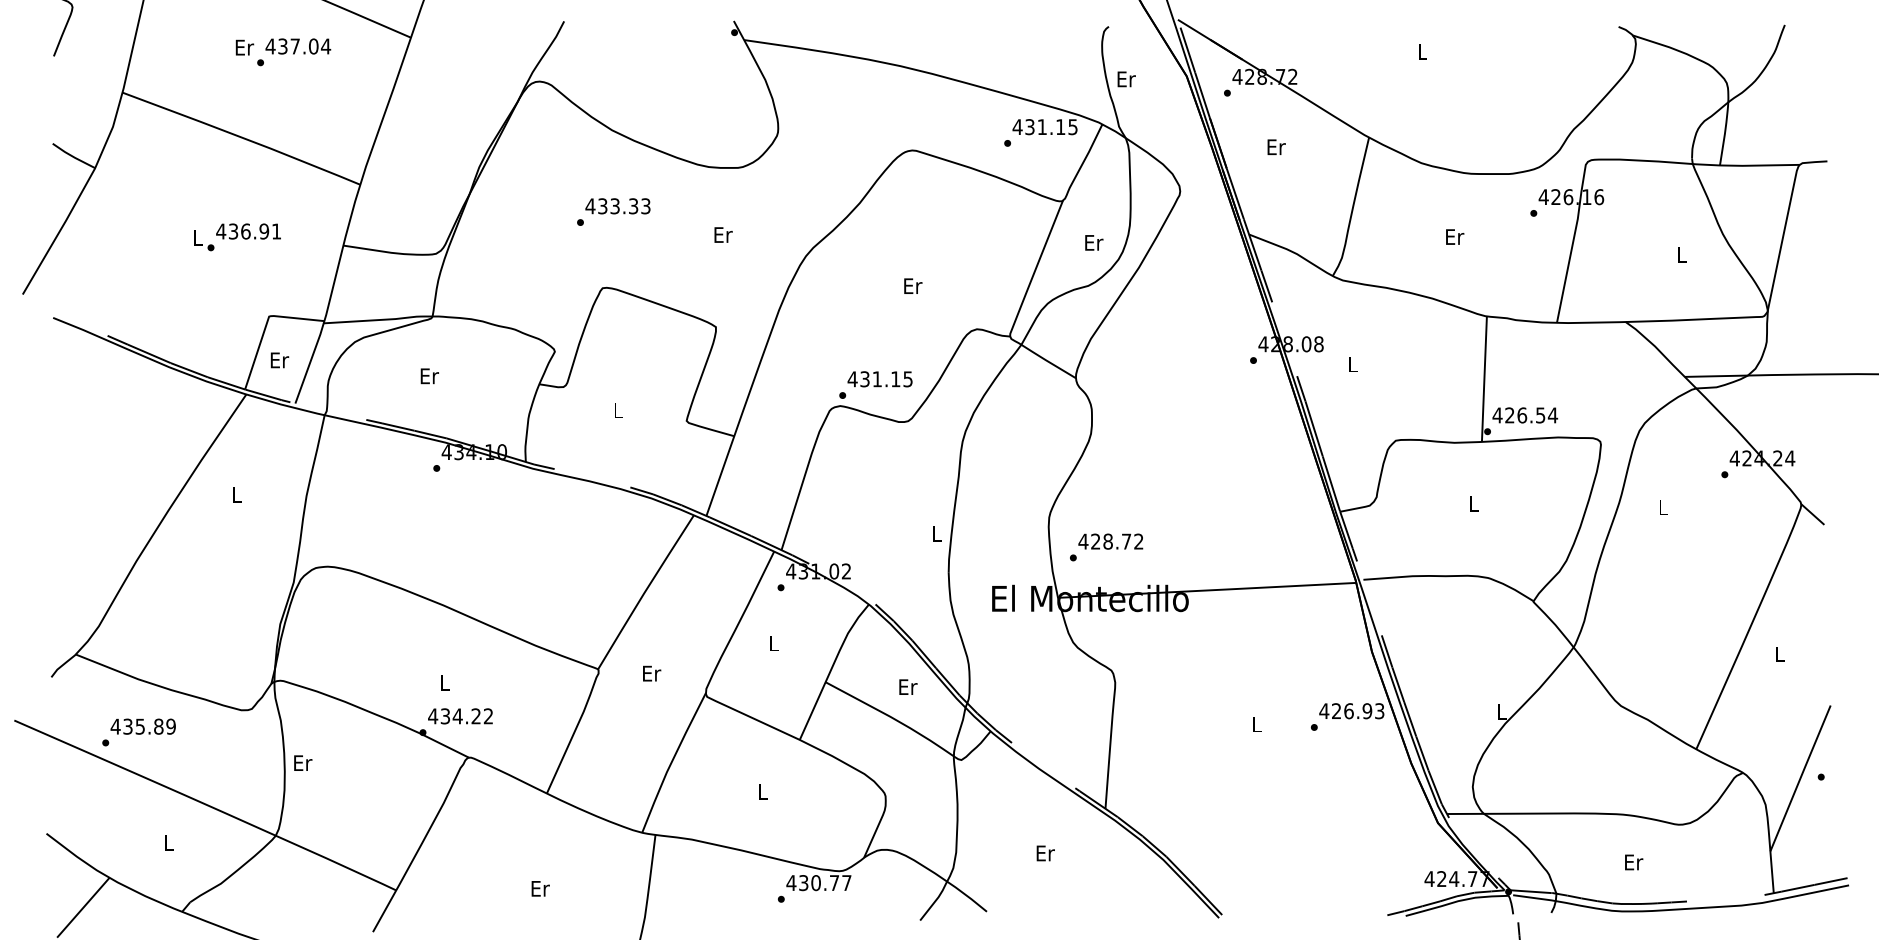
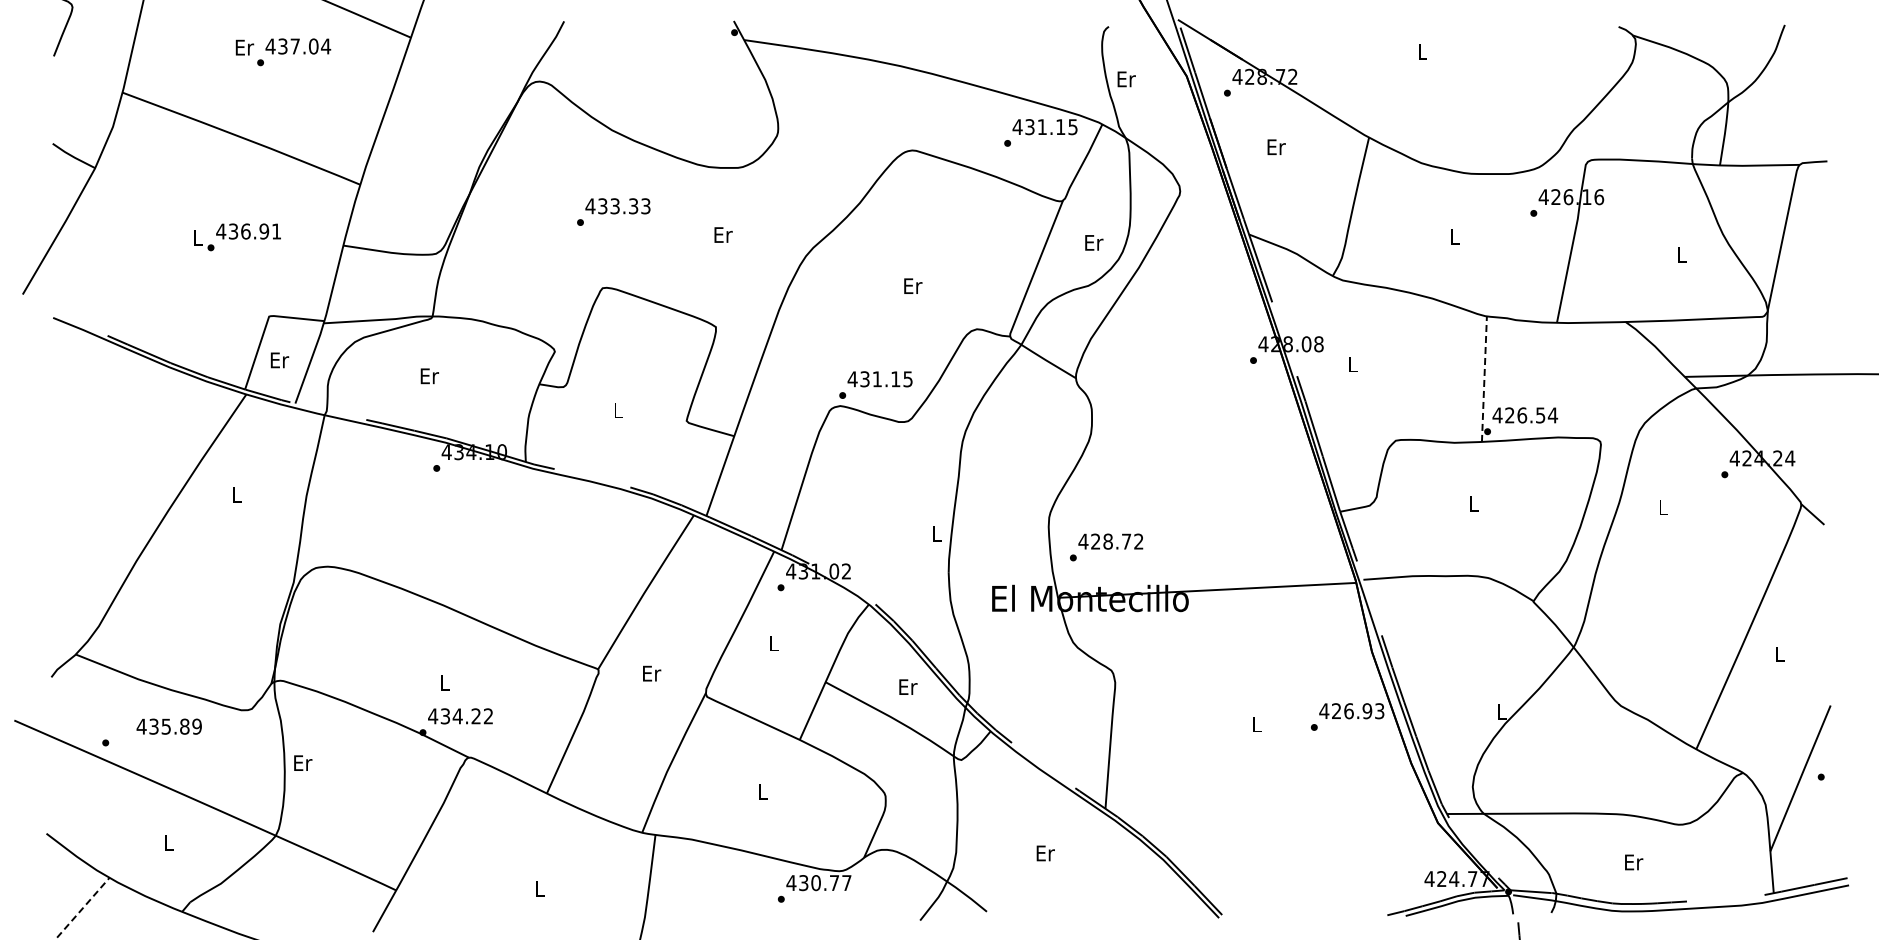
text at (1455, 236): Er -> L
line at (1484, 379): solid -> dashed
text at (142, 726) position: (142, 726) -> (168, 726)
text at (540, 888): Er -> L
line at (83, 907): solid -> dashed
